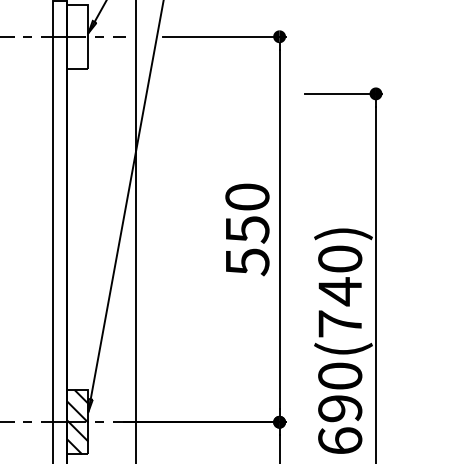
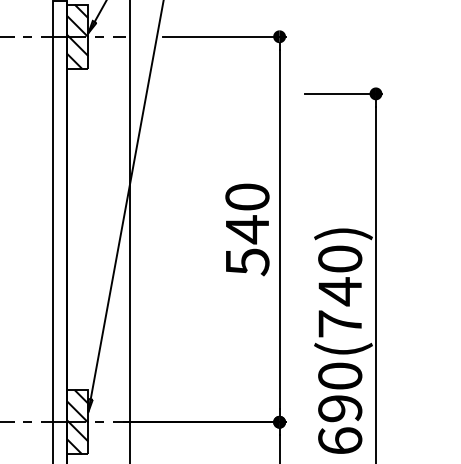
hatch at (77, 36): none -> present
text at (247, 229): 550 -> 540
line at (135, 231) position: (135, 231) -> (129, 231)
